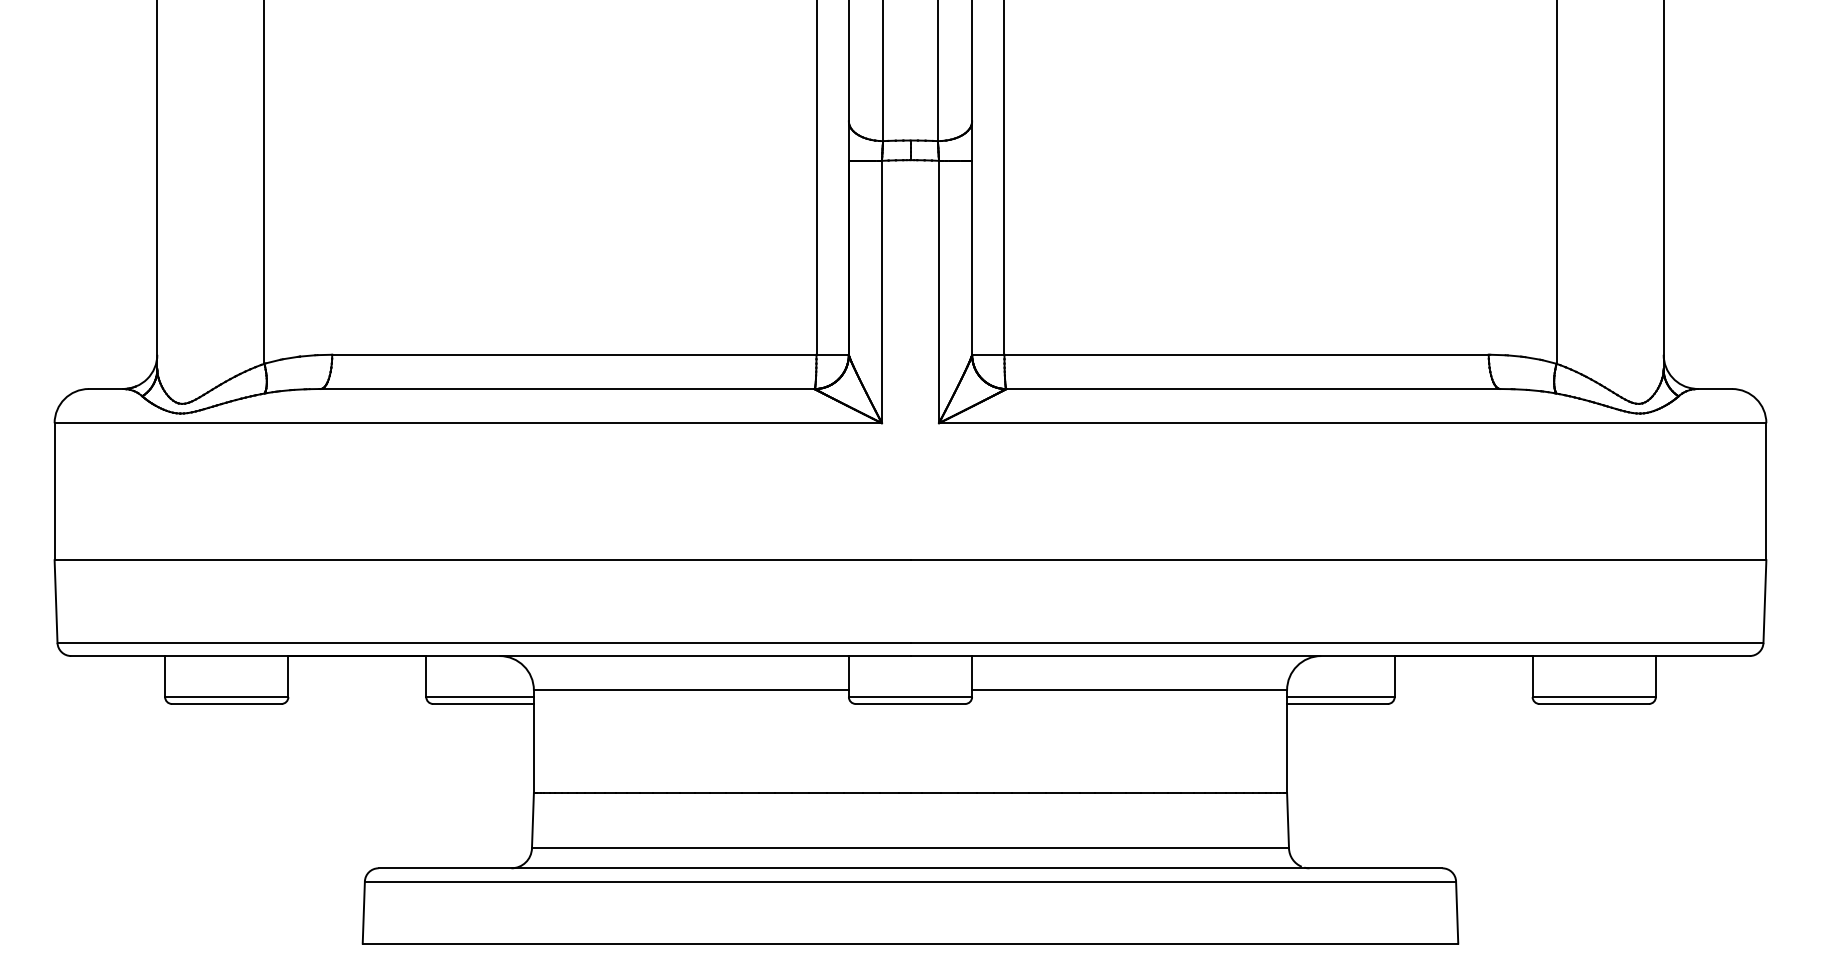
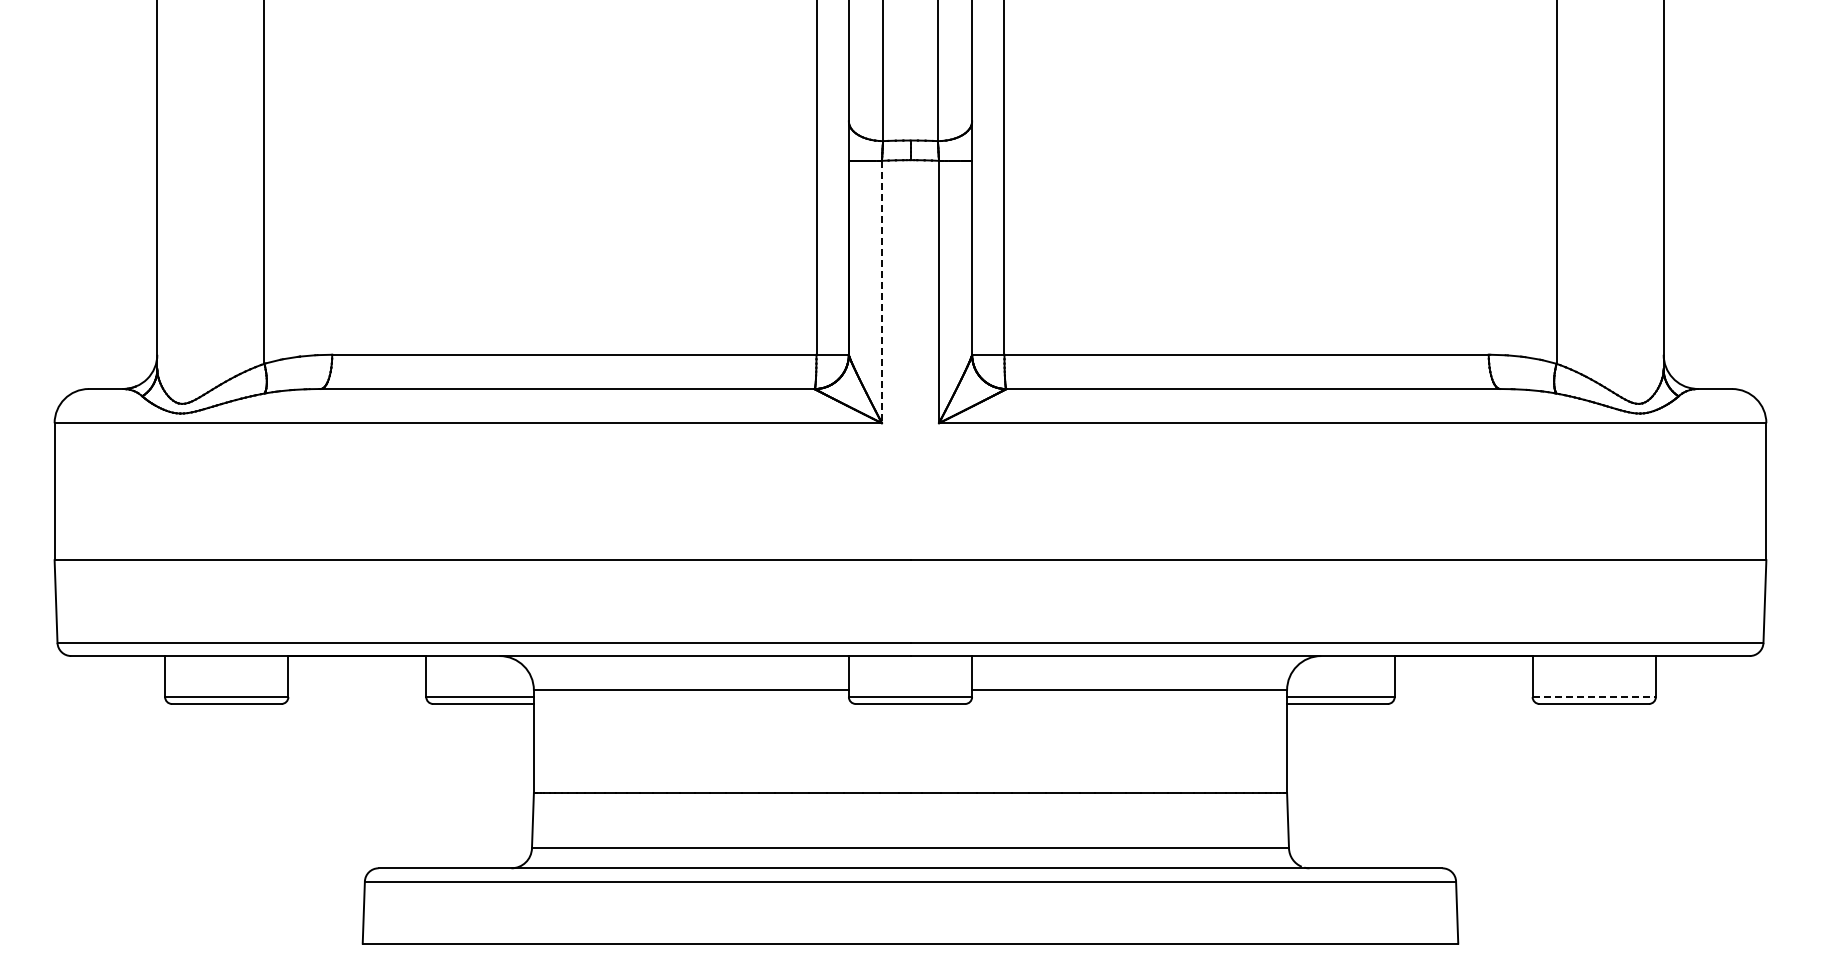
line at (881, 292): solid -> dashed
line at (1594, 697): solid -> dashed
